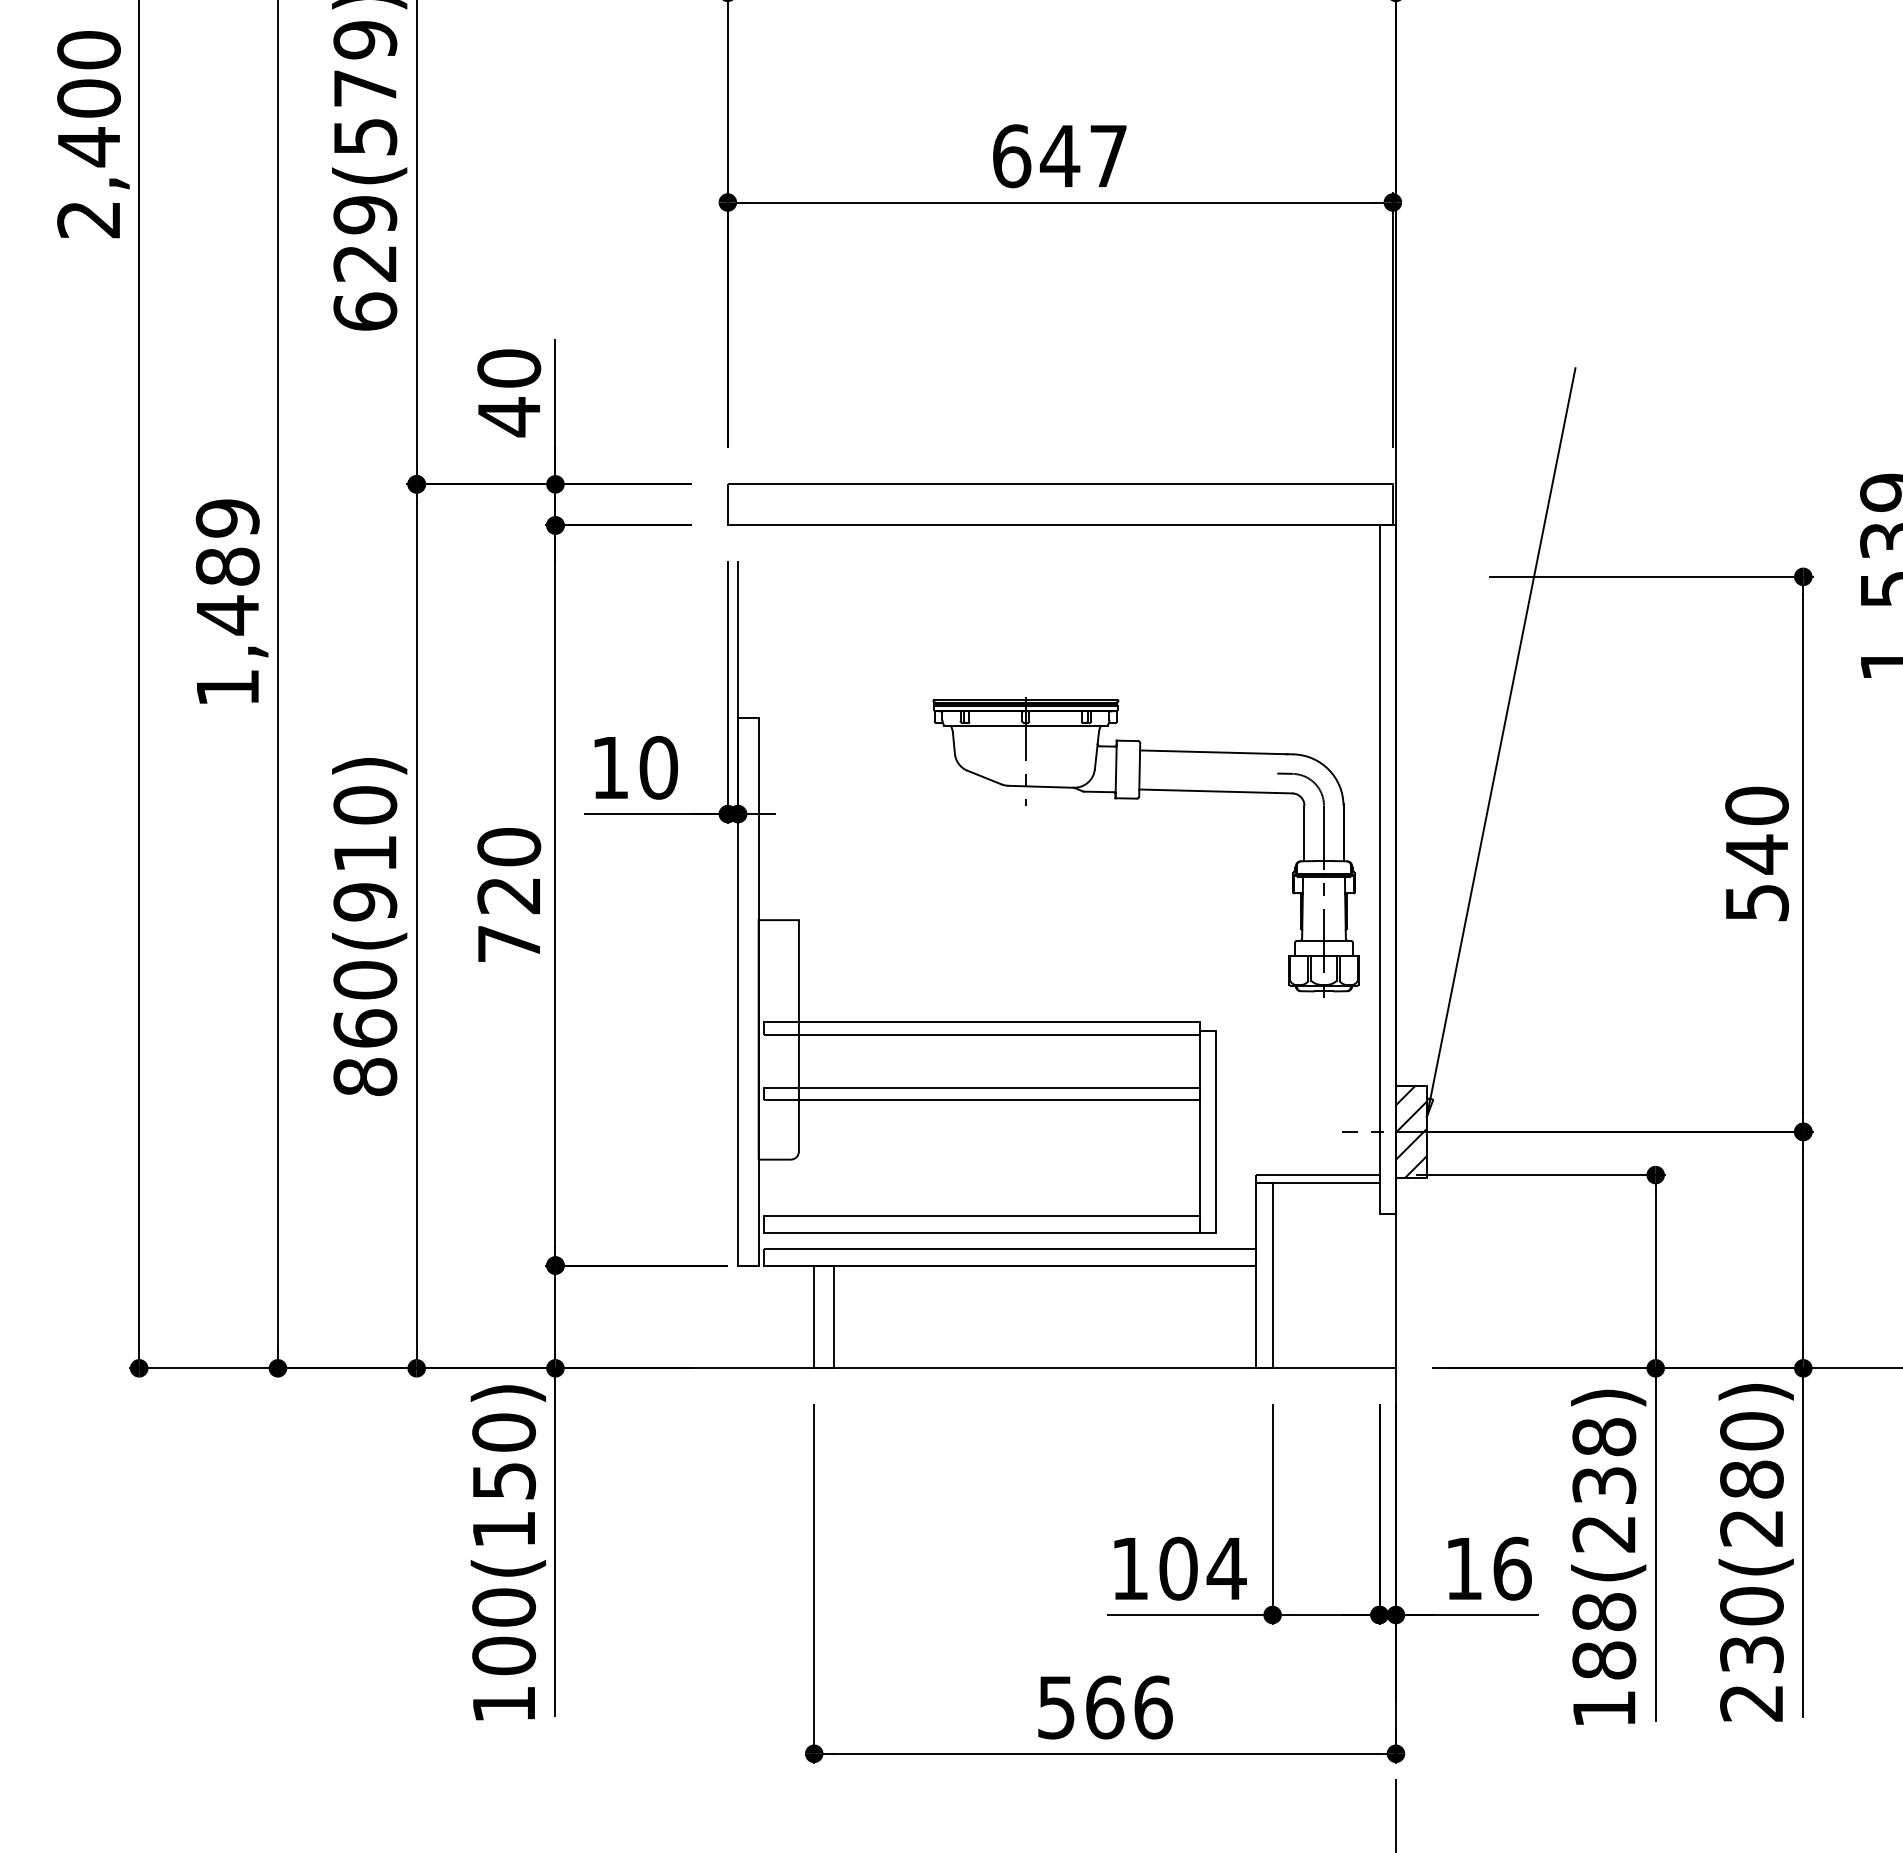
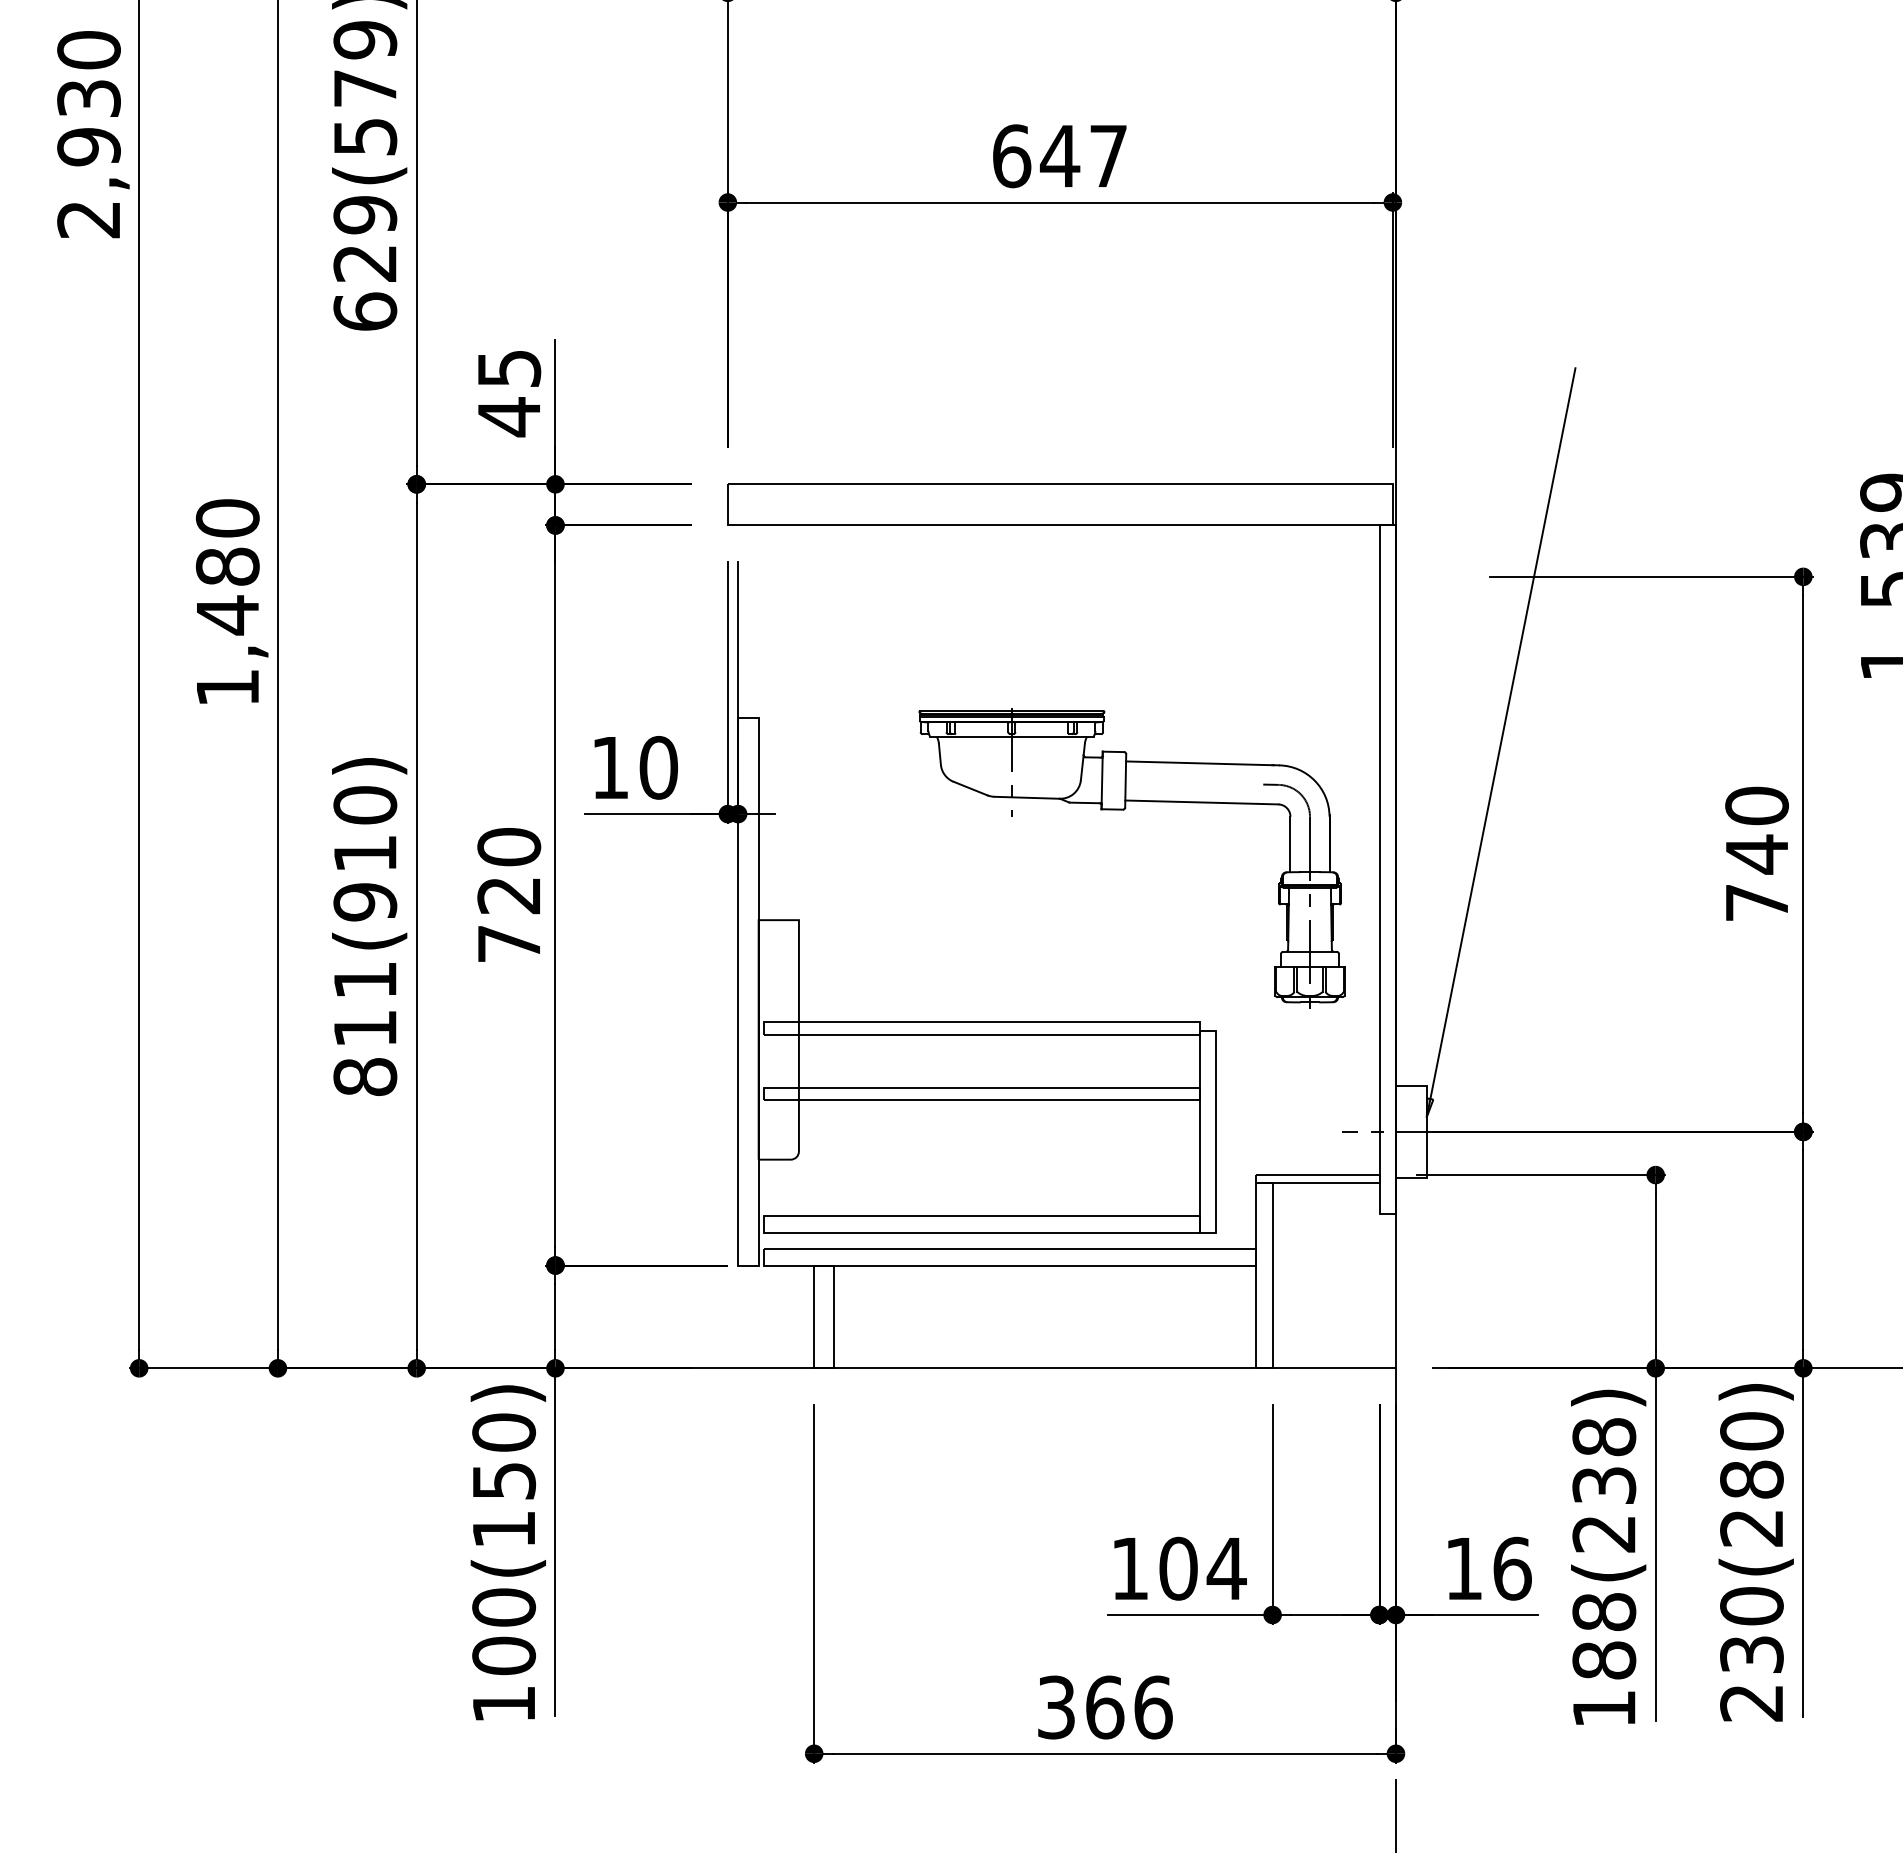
text at (88, 123): 2,400 -> 2,930
text at (509, 368): 40 -> 45
text at (227, 518): 1,489 -> 1,480
part at (1138, 799) position: (1138, 799) -> (1124, 810)
text at (1757, 903): 540 -> 740
text at (365, 1004): 860(910) -> 811(910)
hatch at (1410, 1131): present -> none
text at (1056, 1706): 566 -> 366
